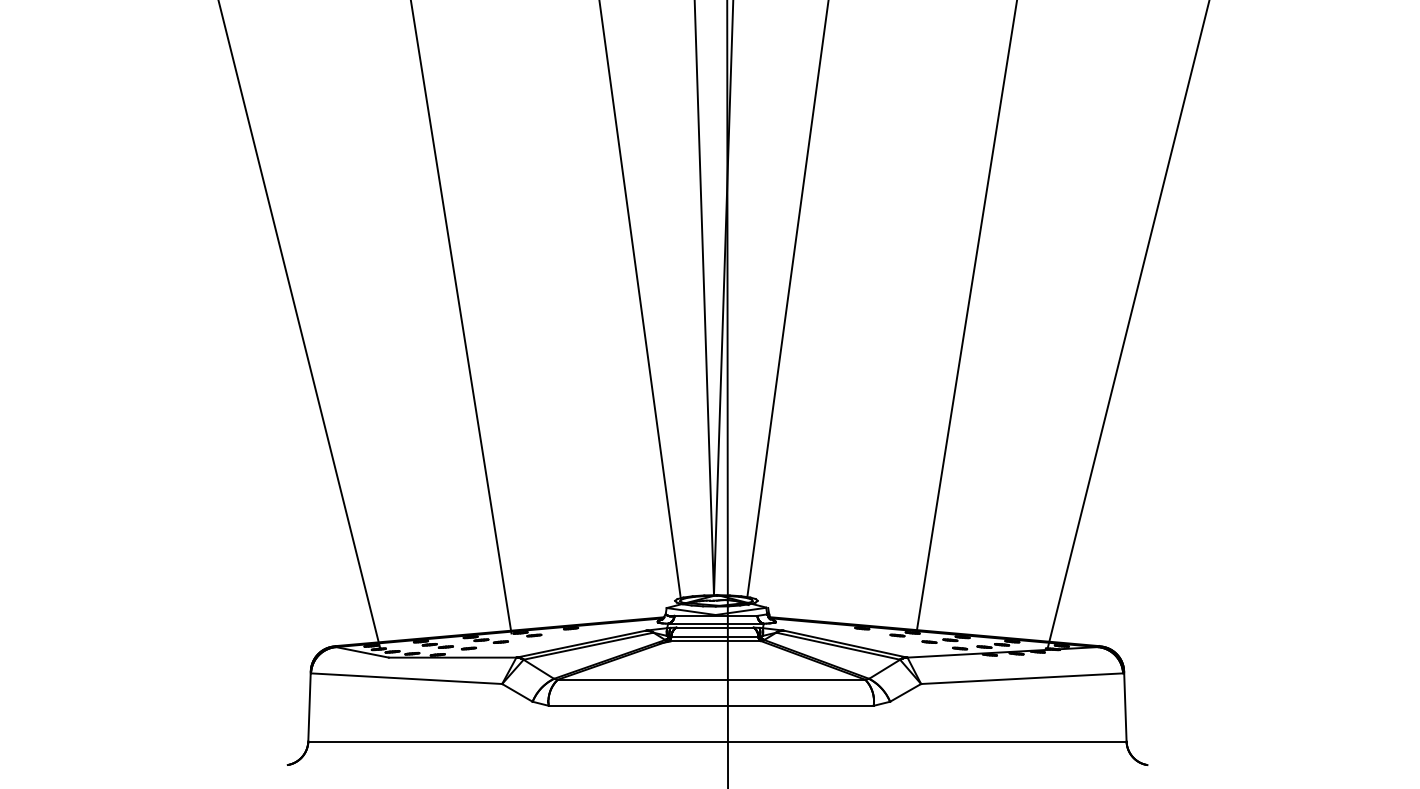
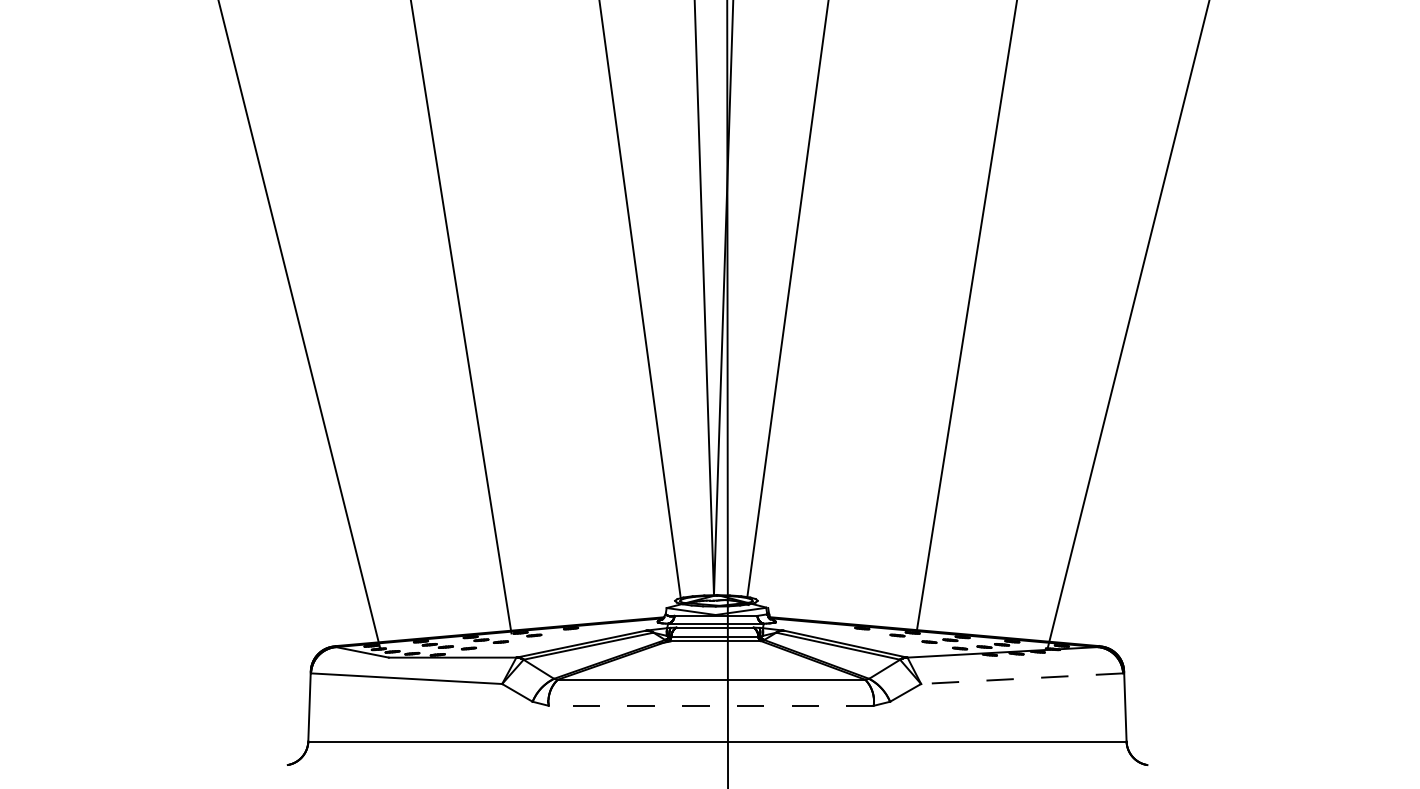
line at (1021, 678): solid -> dashed
line at (710, 705): solid -> dashed
